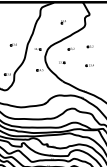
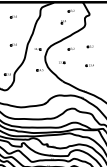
part at (70, 10): none -> present
part at (12, 16): none -> present
